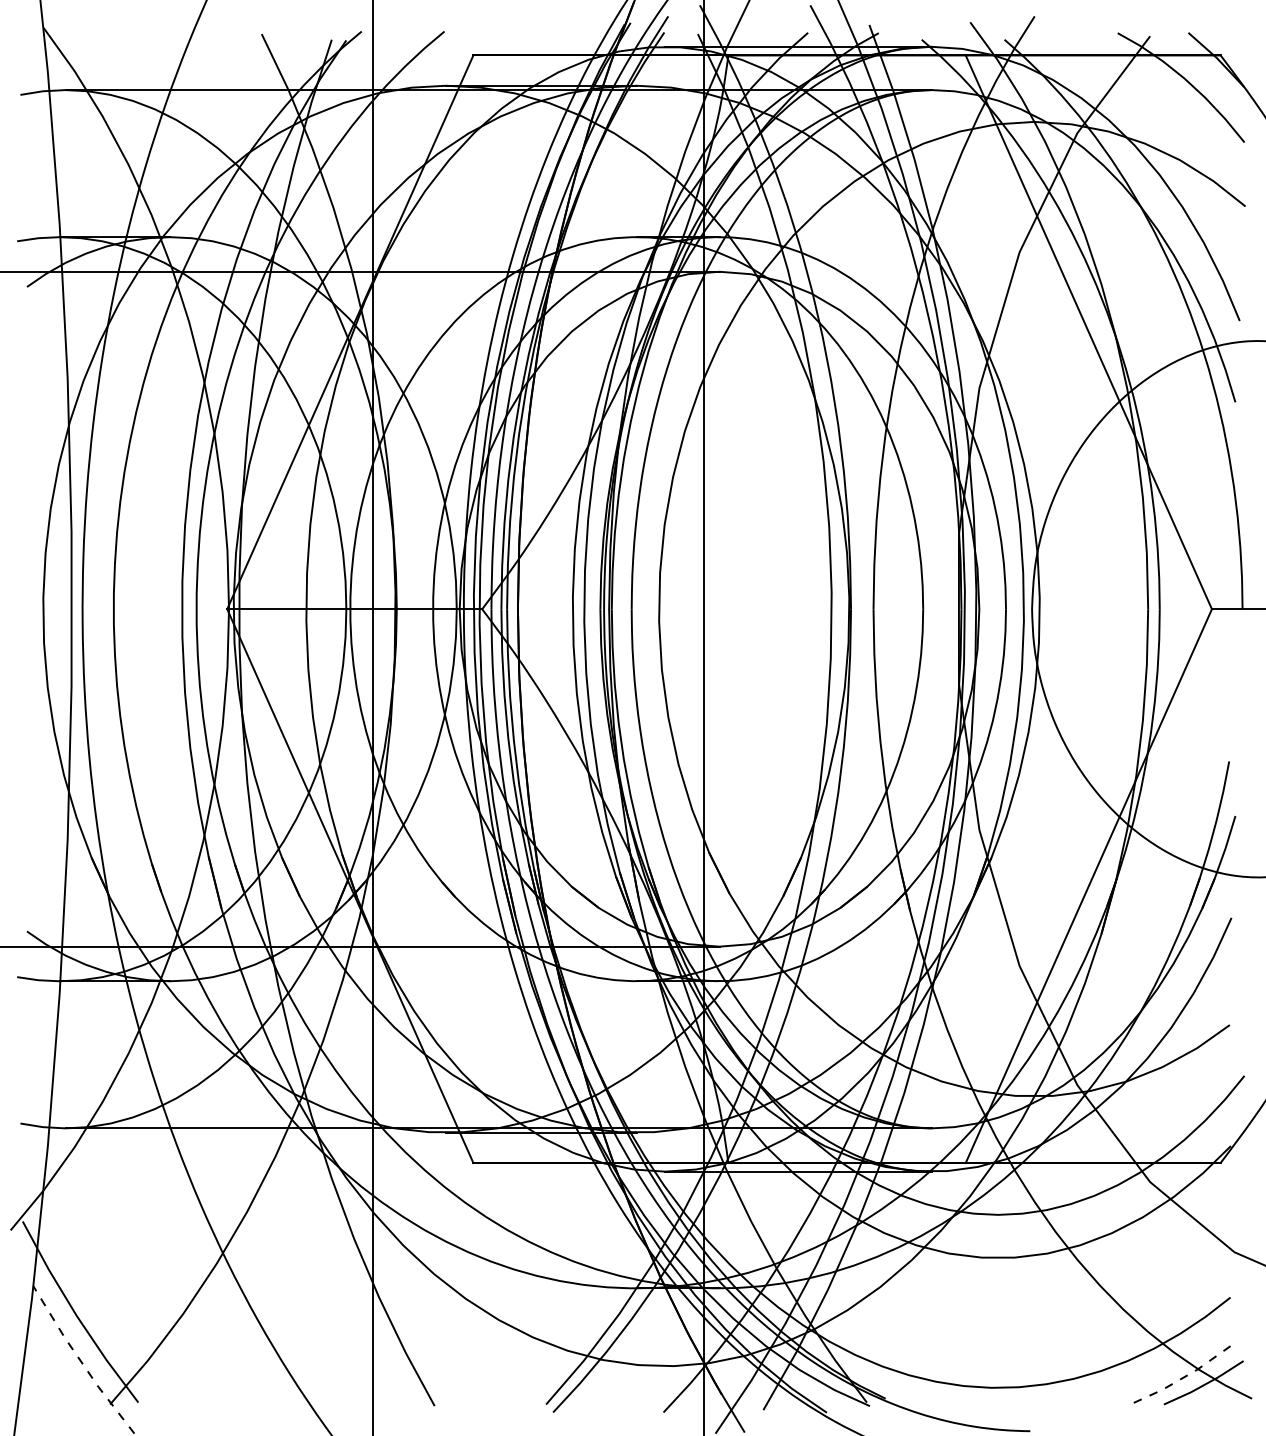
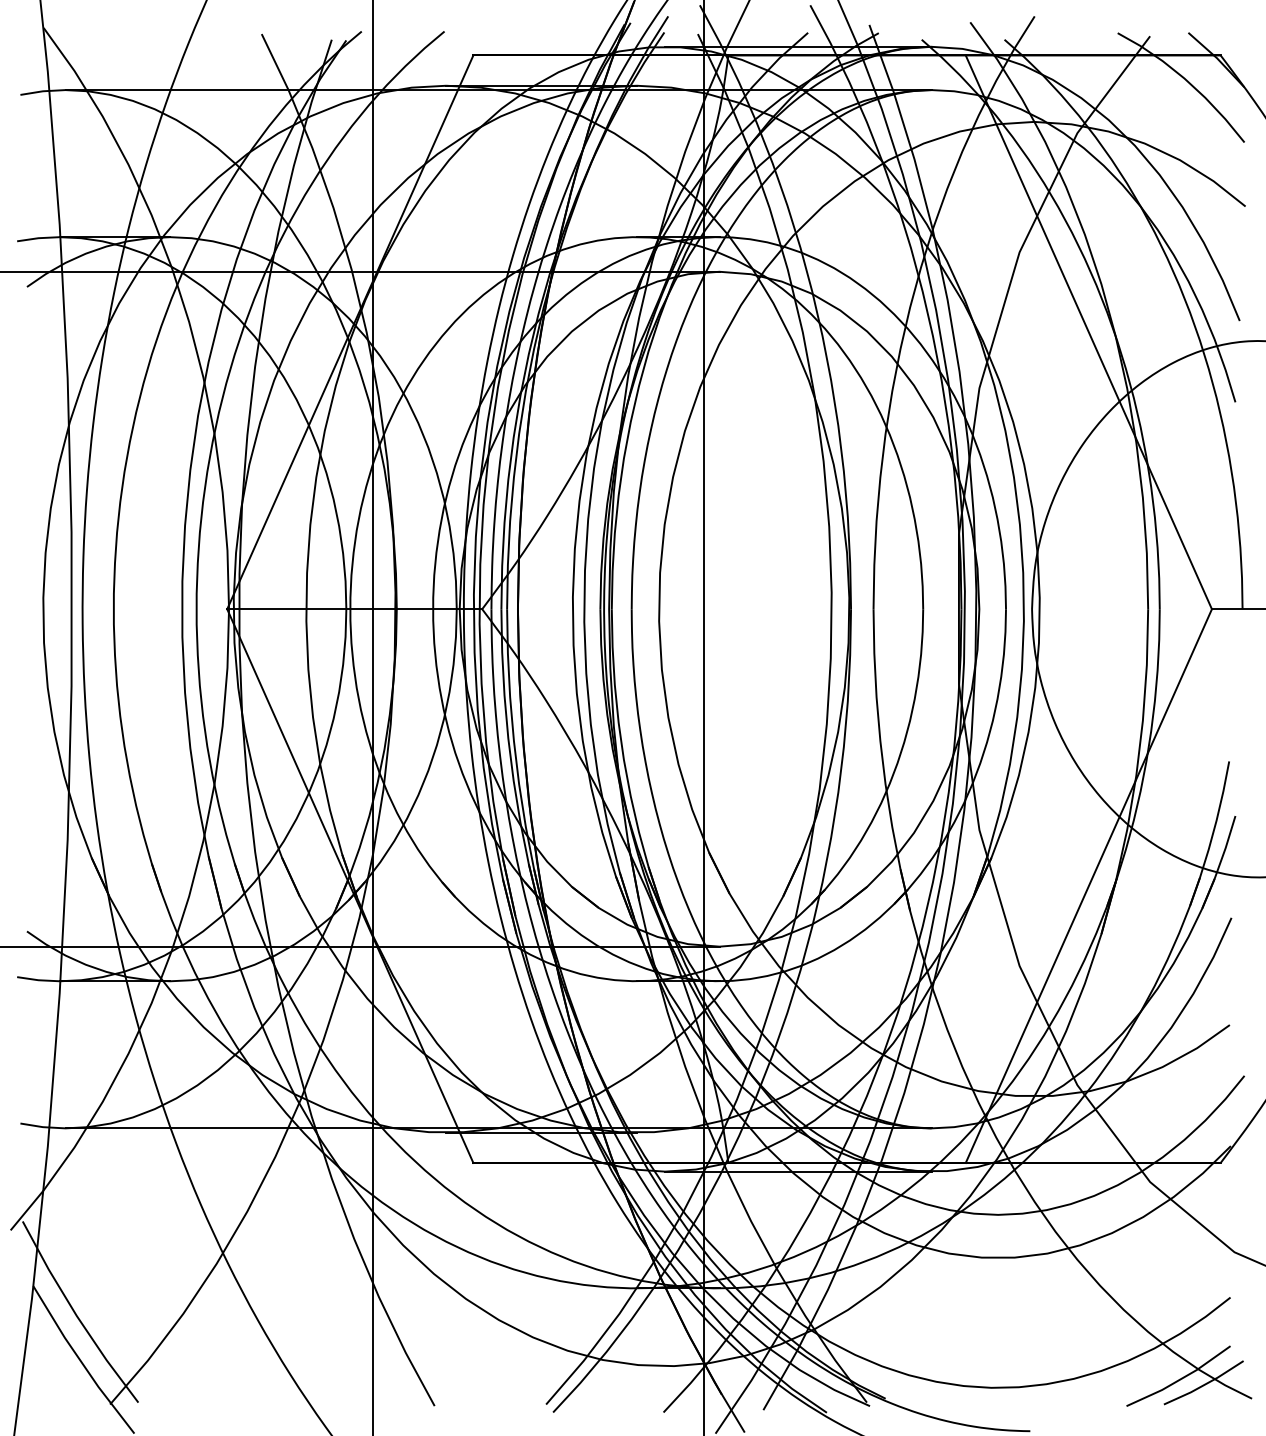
line at (81, 1361): dashed -> solid
line at (1179, 1379): dashed -> solid
